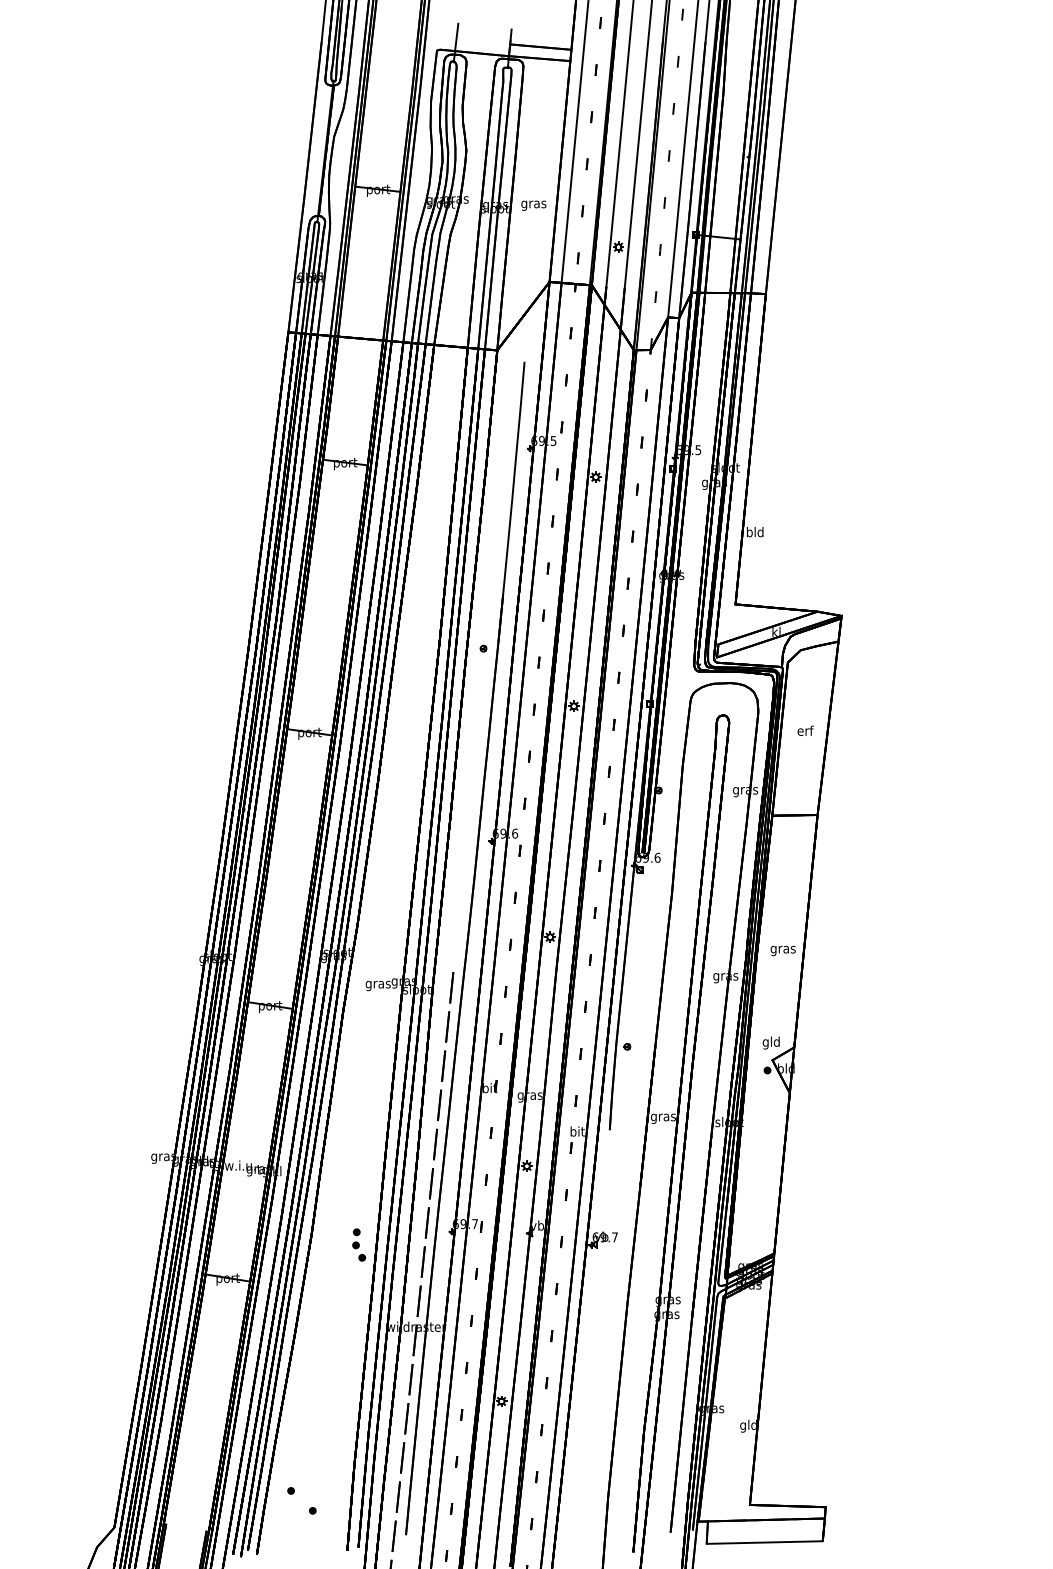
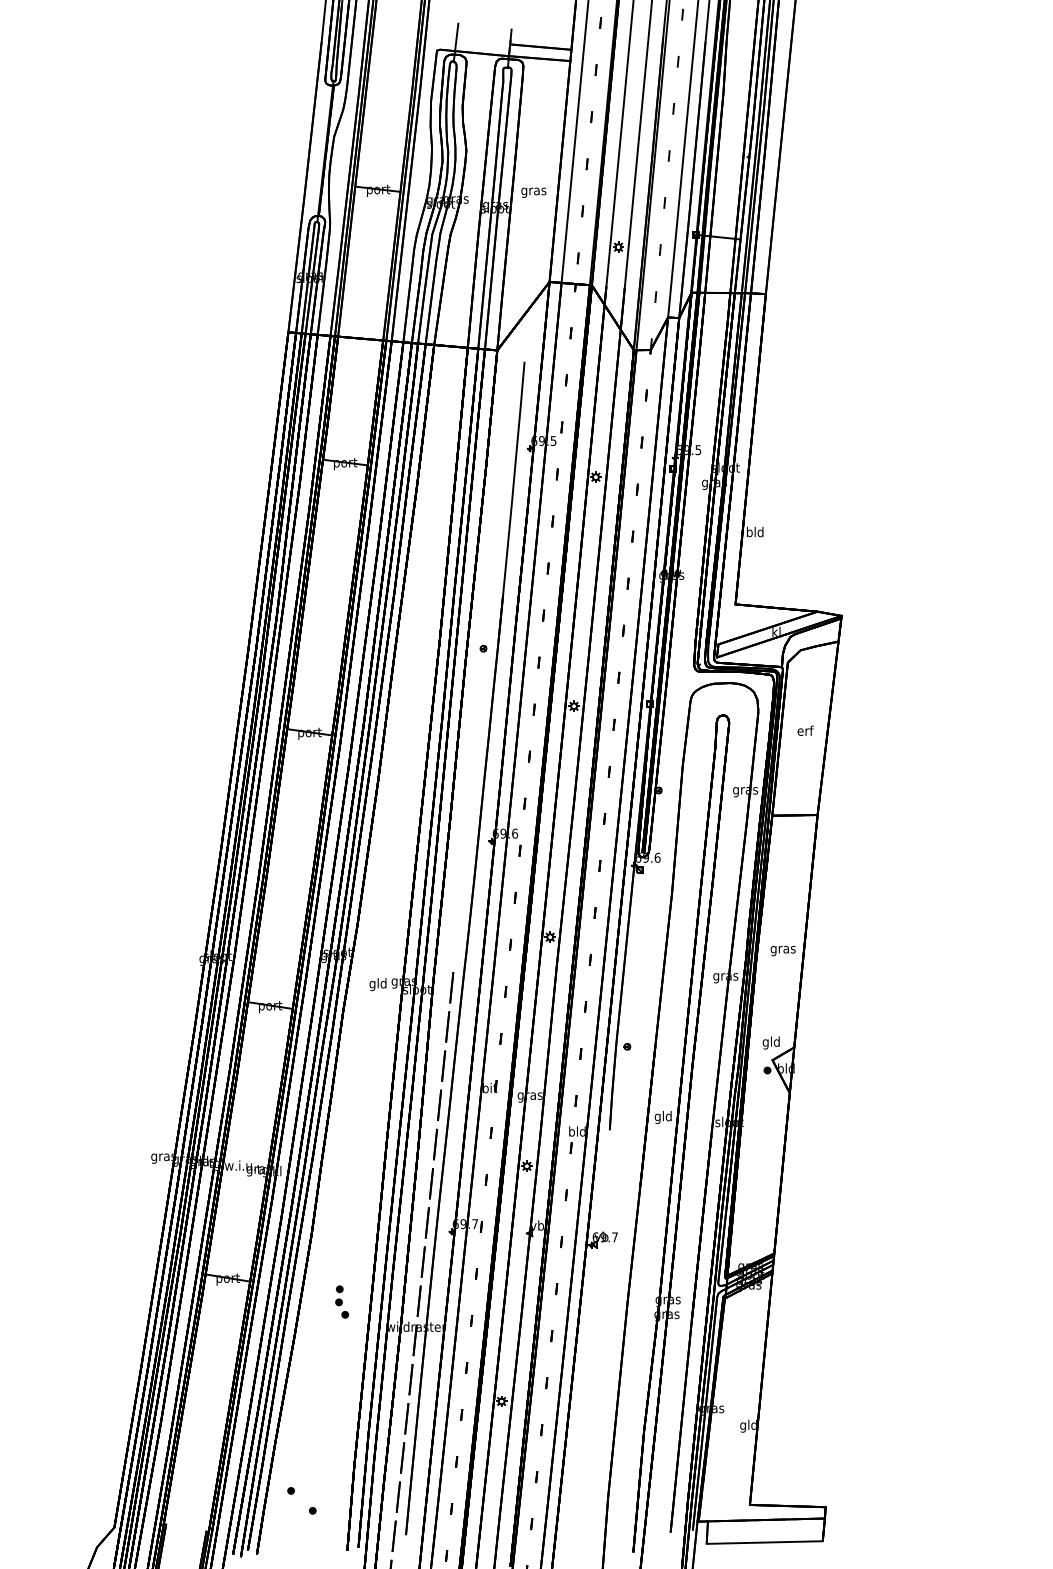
text at (533, 205) position: (533, 205) -> (533, 192)
text at (377, 984): gras -> gld
text at (662, 1117): gras -> gld
text at (577, 1131): bit -> bld
part at (359, 1244) position: (359, 1244) -> (342, 1301)
